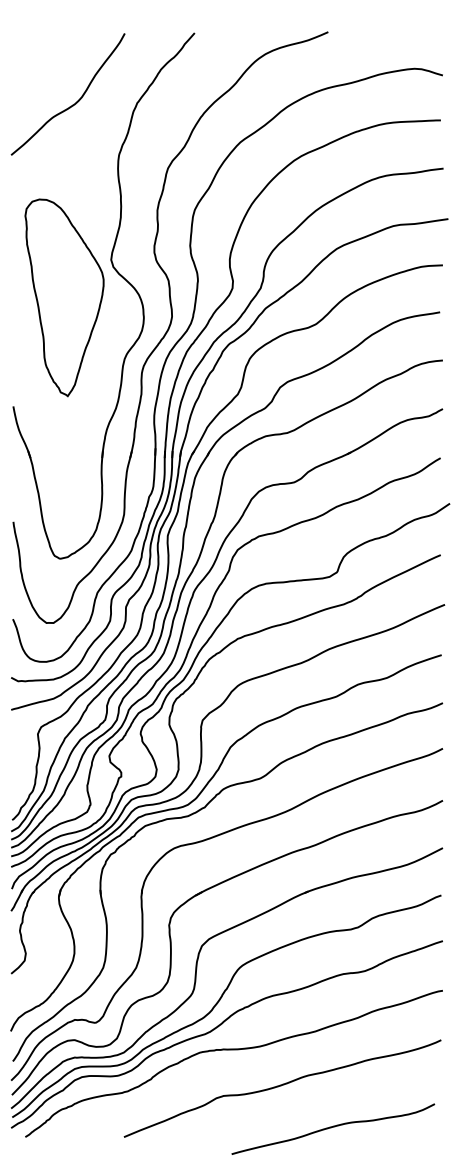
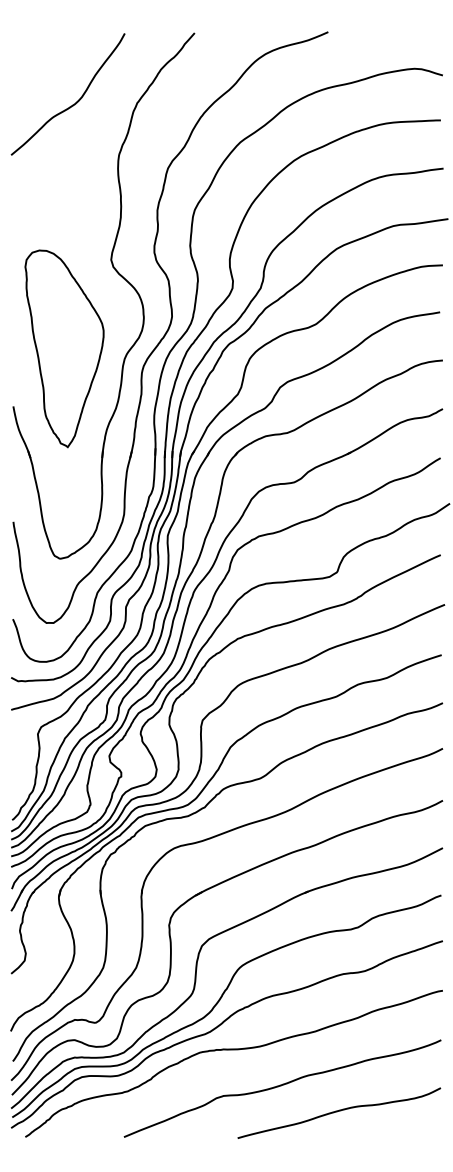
part at (64, 297) position: (64, 297) -> (64, 348)
curve at (333, 1127) position: (333, 1127) -> (339, 1111)
